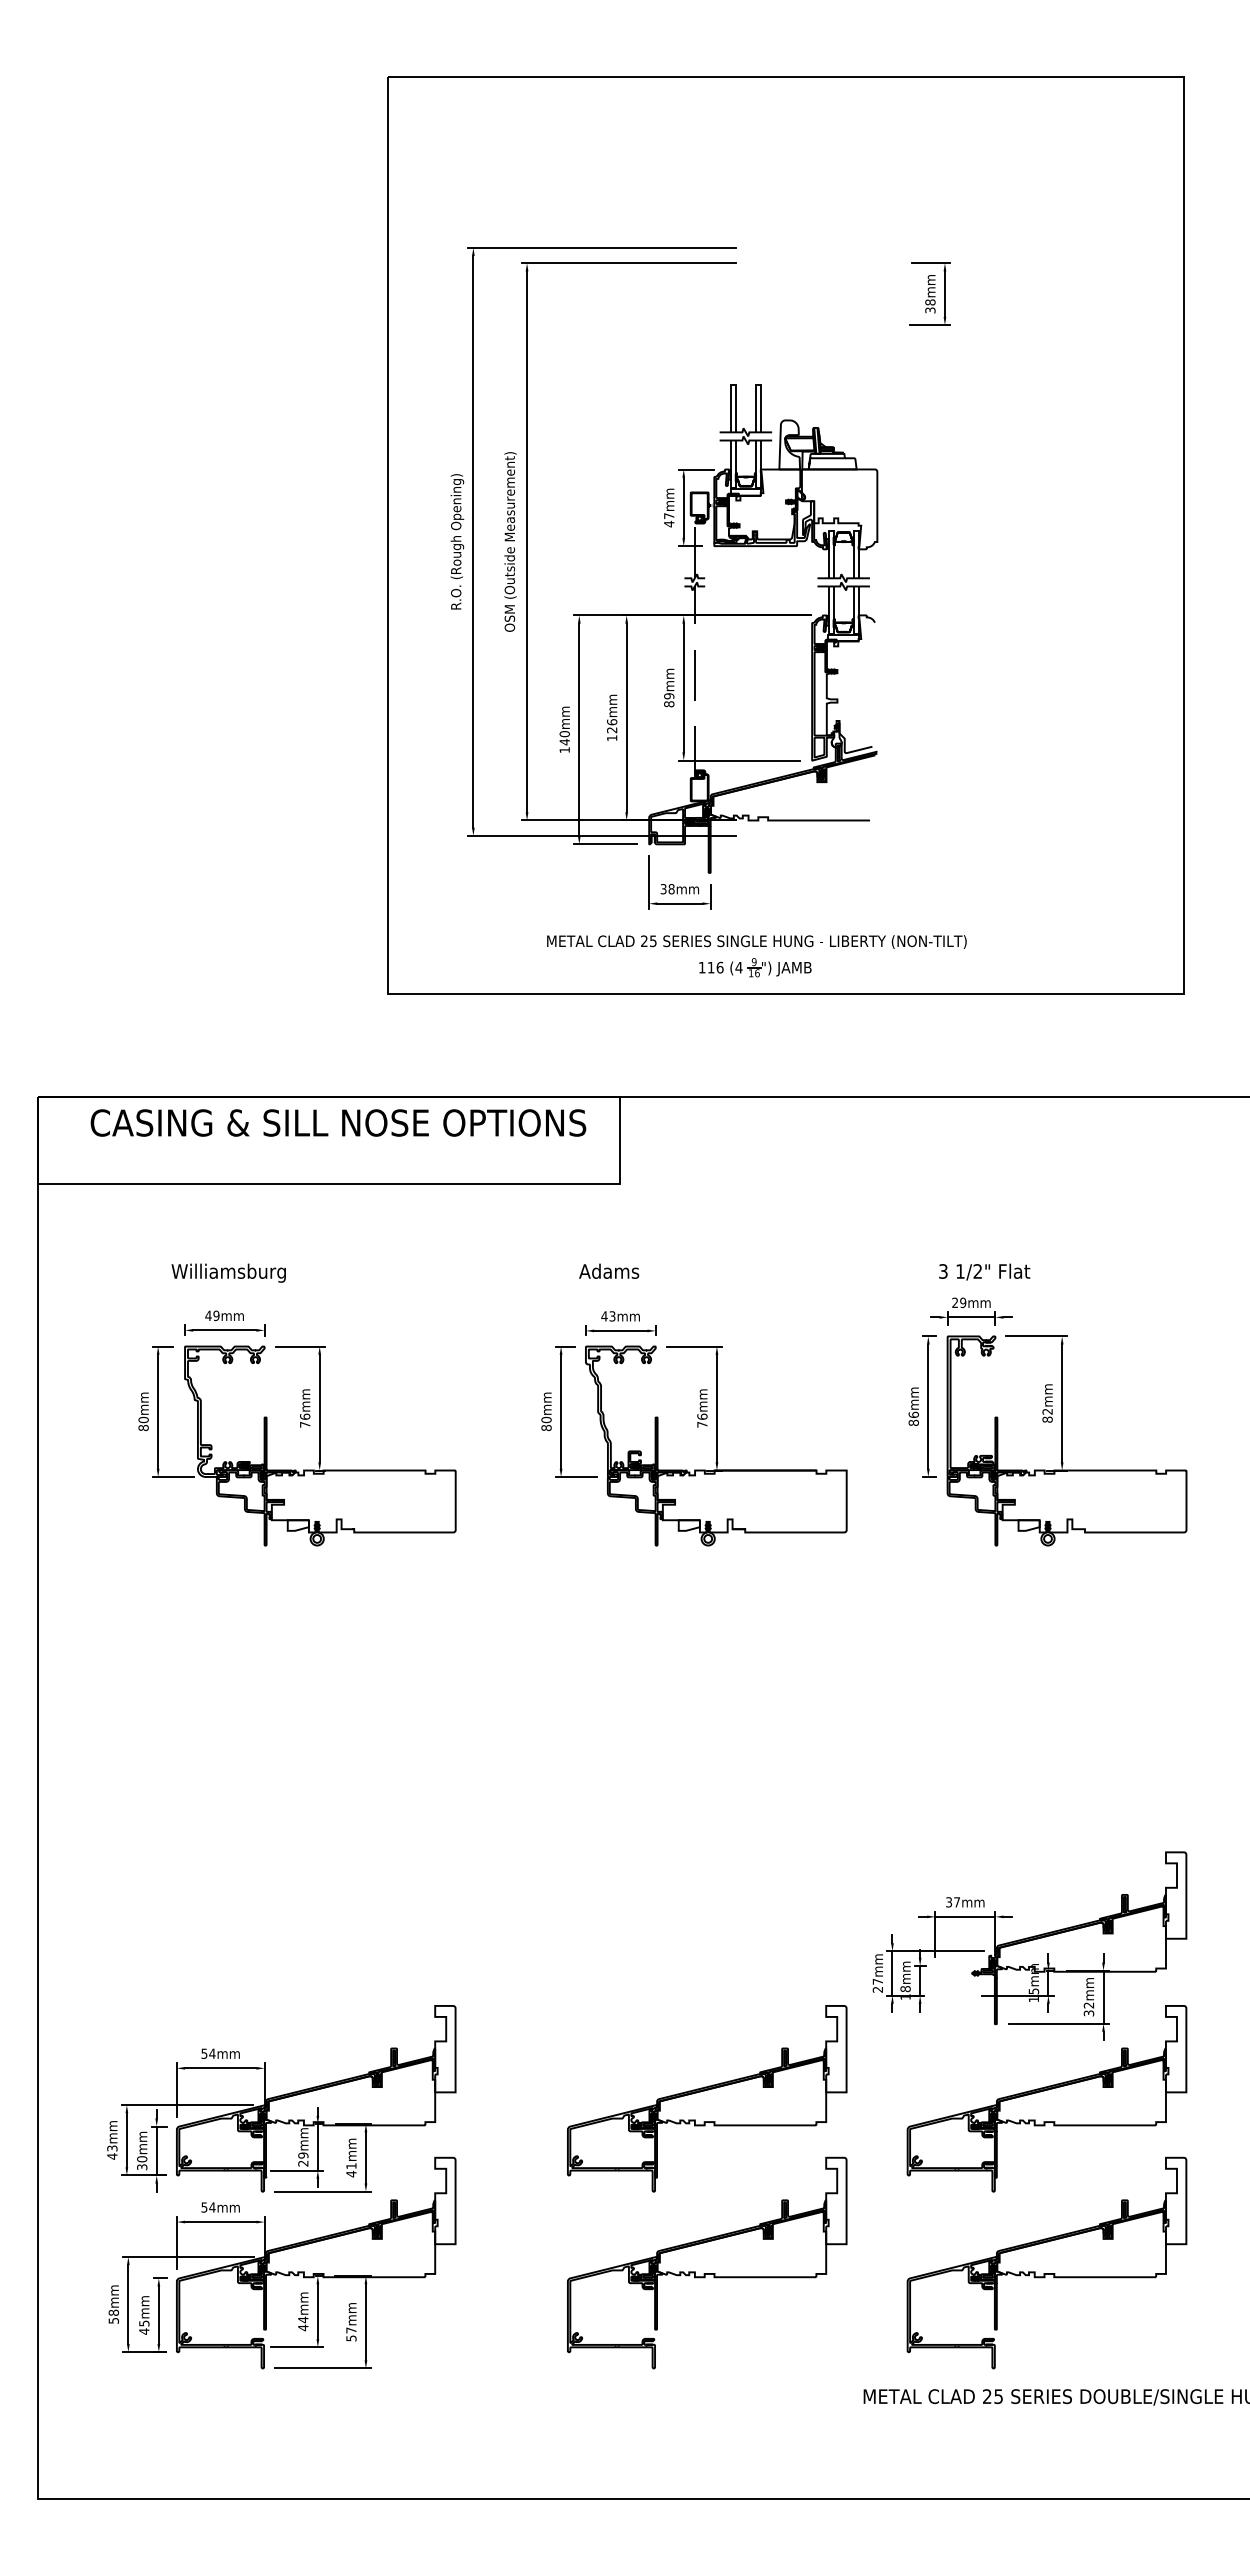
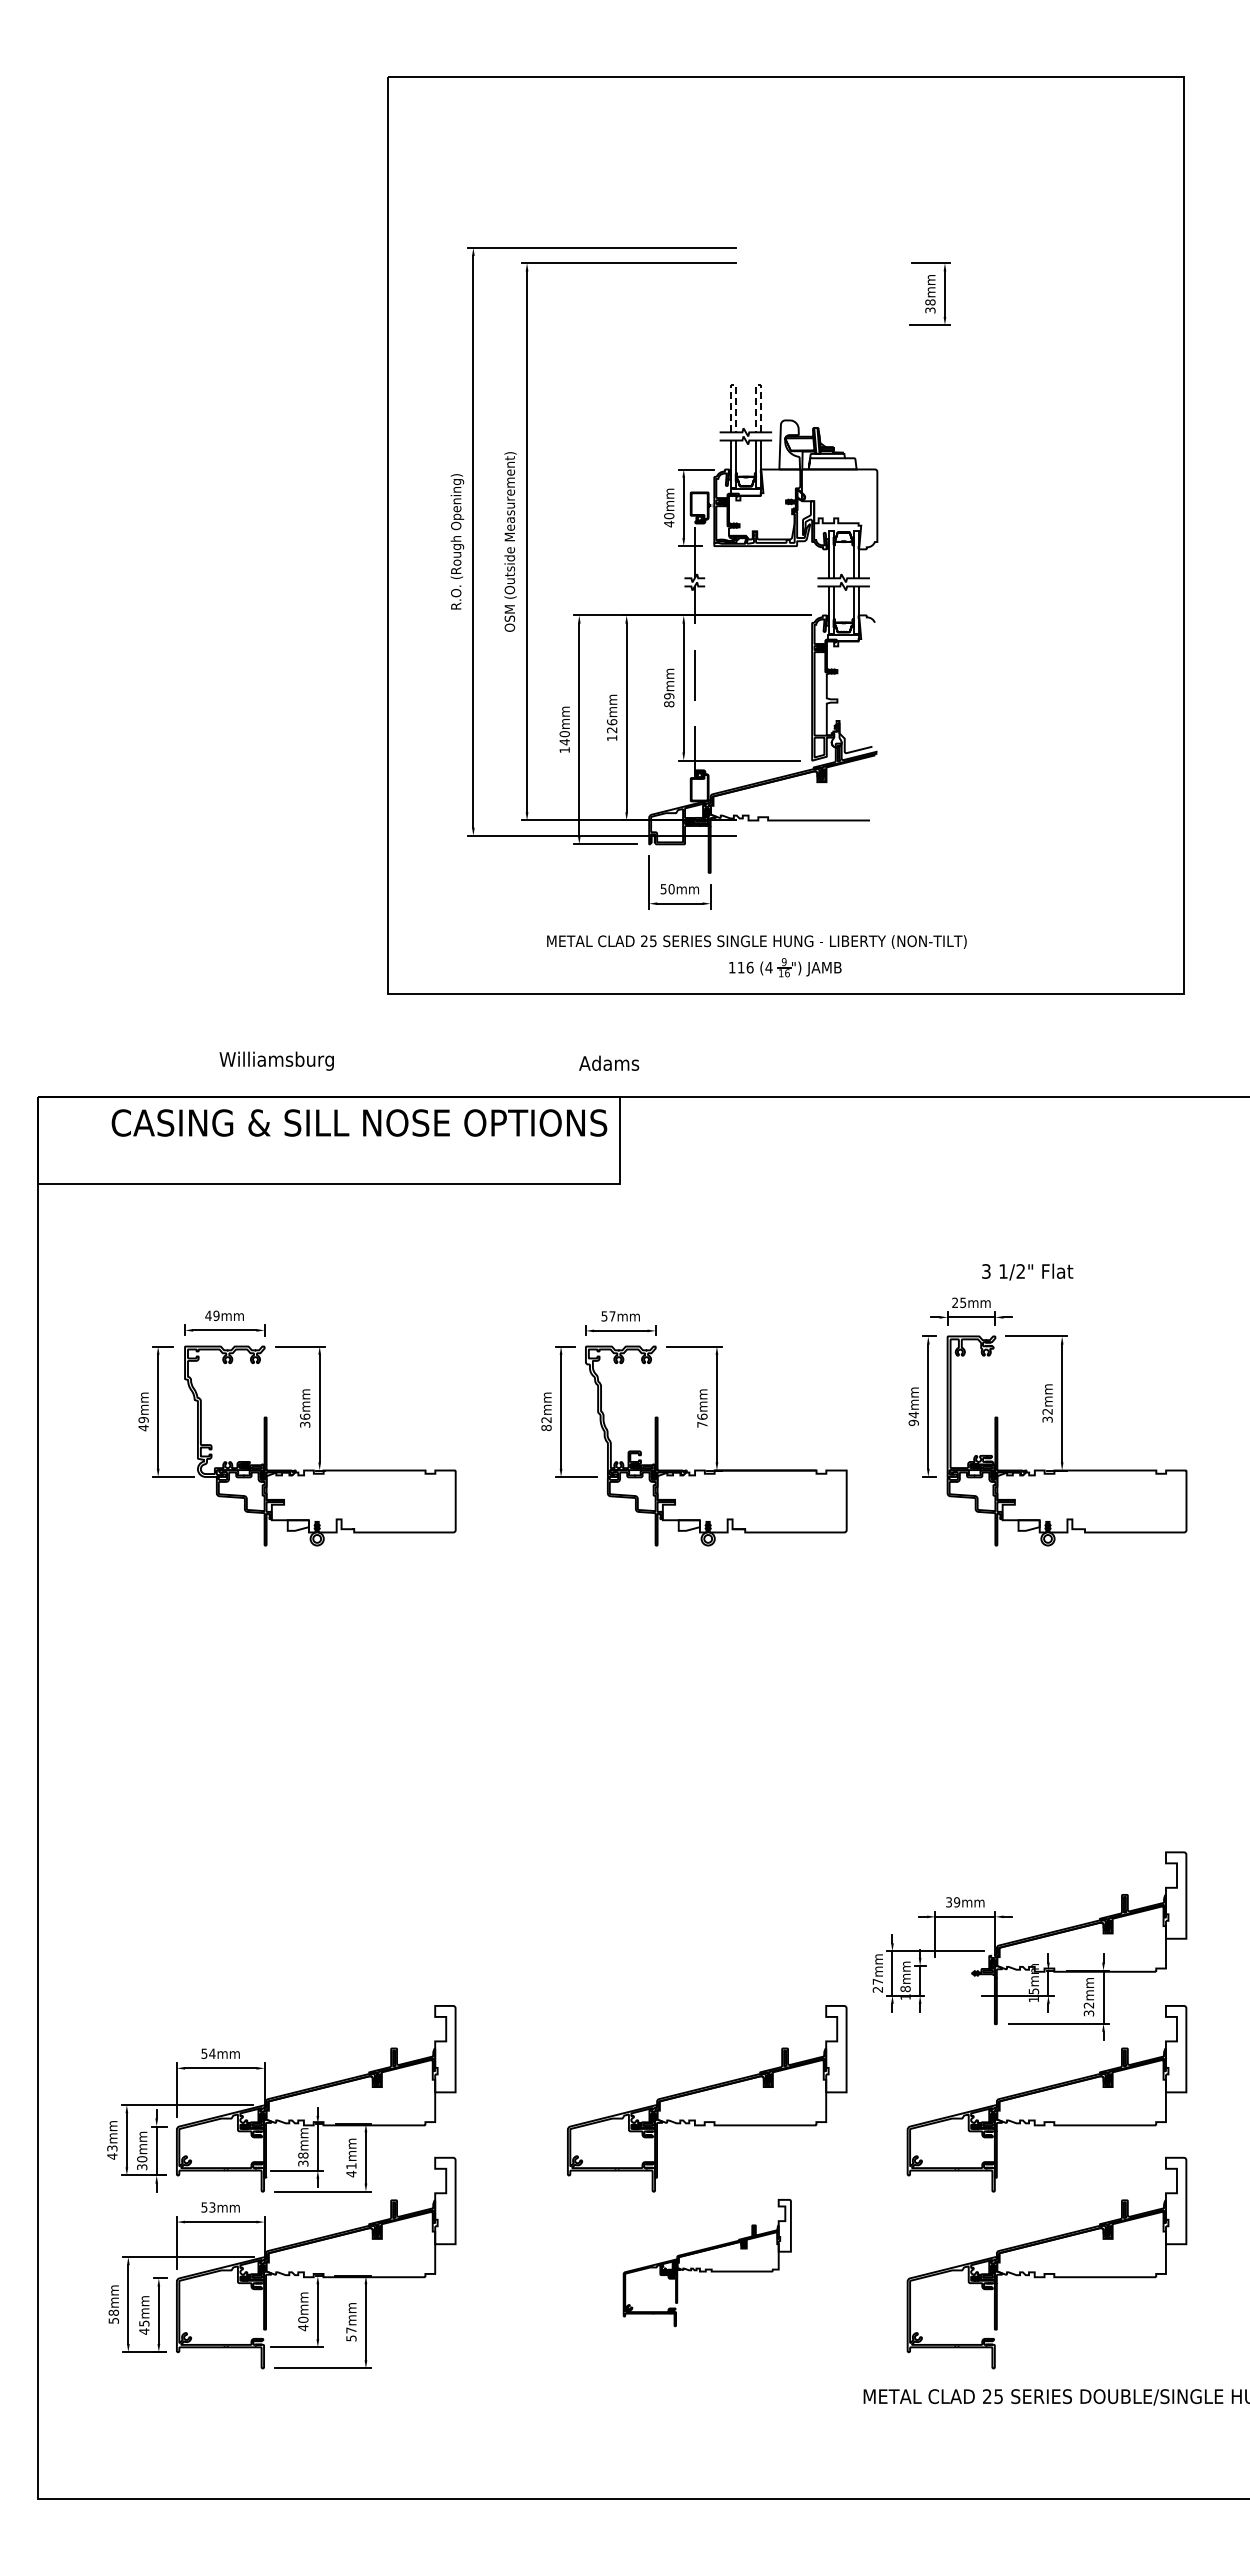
line at (733, 384): solid -> dashed
line at (758, 384): solid -> dashed
text at (669, 516): 47mm -> 40mm
text at (667, 889): 38mm -> 50mm
part at (755, 967) position: (755, 967) -> (785, 967)
text at (338, 1122) position: (338, 1122) -> (359, 1122)
text at (609, 1270) position: (609, 1270) -> (609, 1062)
text at (984, 1271) position: (984, 1271) -> (1027, 1271)
text at (228, 1272) position: (228, 1272) -> (276, 1060)
text at (963, 1302): 29mm -> 25mm
text at (608, 1316): 43mm -> 57mm
text at (913, 1418): 86mm -> 94mm
text at (546, 1419): 80mm -> 82mm
text at (1047, 1419): 82mm -> 32mm
text at (143, 1424): 80mm -> 49mm
text at (305, 1424): 76mm -> 36mm
text at (957, 1902): 37mm -> 39mm
text at (303, 2159): 29mm -> 38mm
text at (212, 2207): 54mm -> 53mm
part at (707, 2262) size: 281x214 px -> 170x129 px
text at (303, 2319): 44mm -> 40mm
